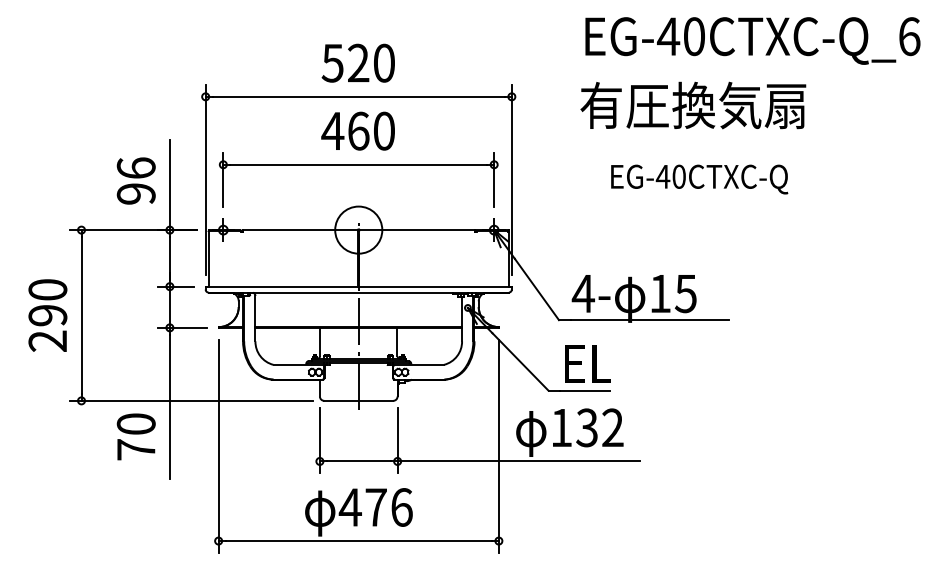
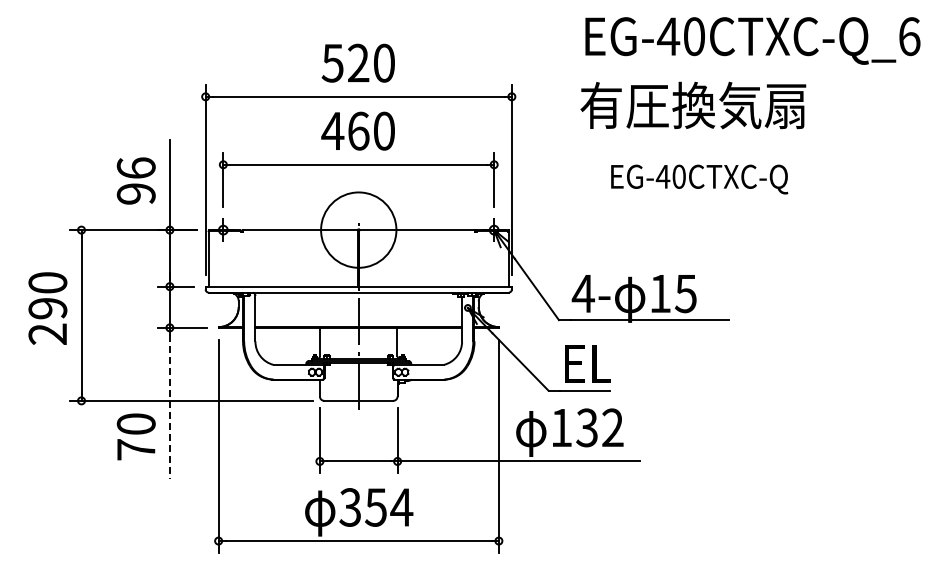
circle at (358, 229) diameter: 47 px -> 75 px
text at (47, 315) position: (47, 315) -> (47, 308)
line at (169, 407): solid -> dashed
text at (375, 507): 476 -> 354
